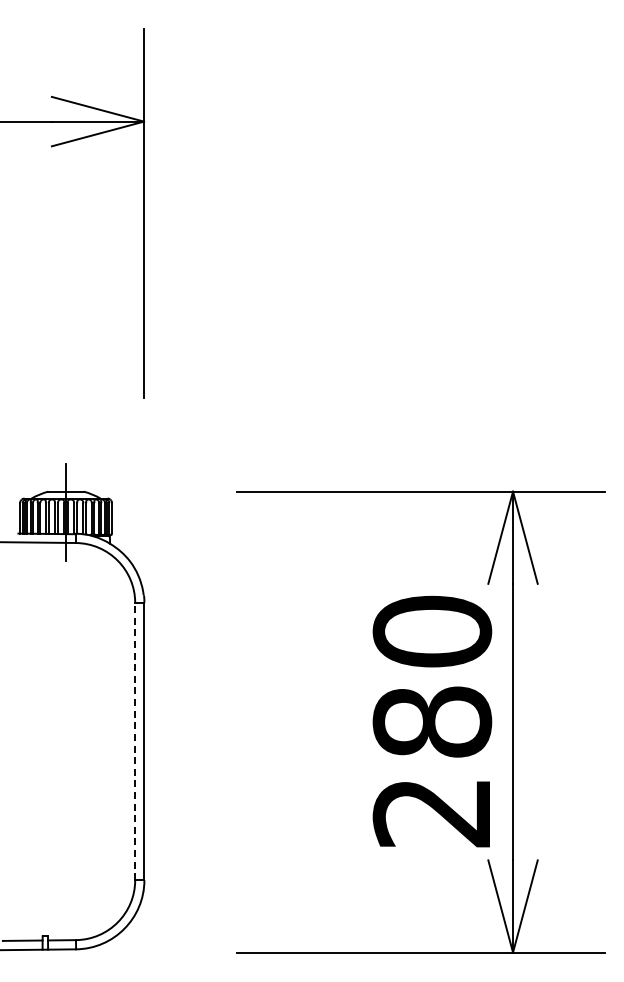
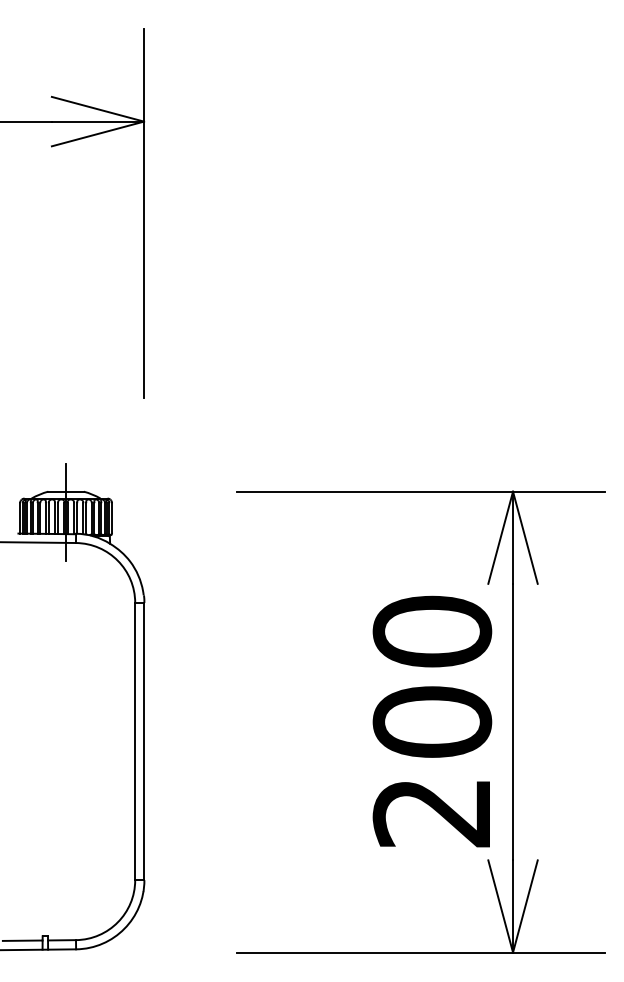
text at (432, 721): 280 -> 200
line at (135, 741): dashed -> solid
